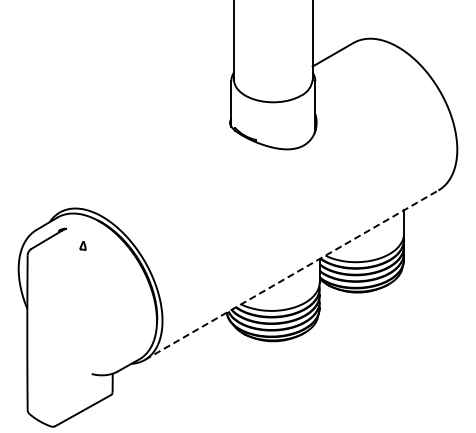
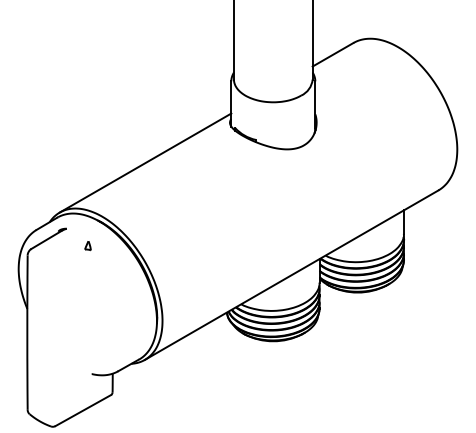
line at (145, 162): none -> present
part at (82, 246) position: (82, 246) -> (87, 246)
line at (292, 274): dashed -> solid
